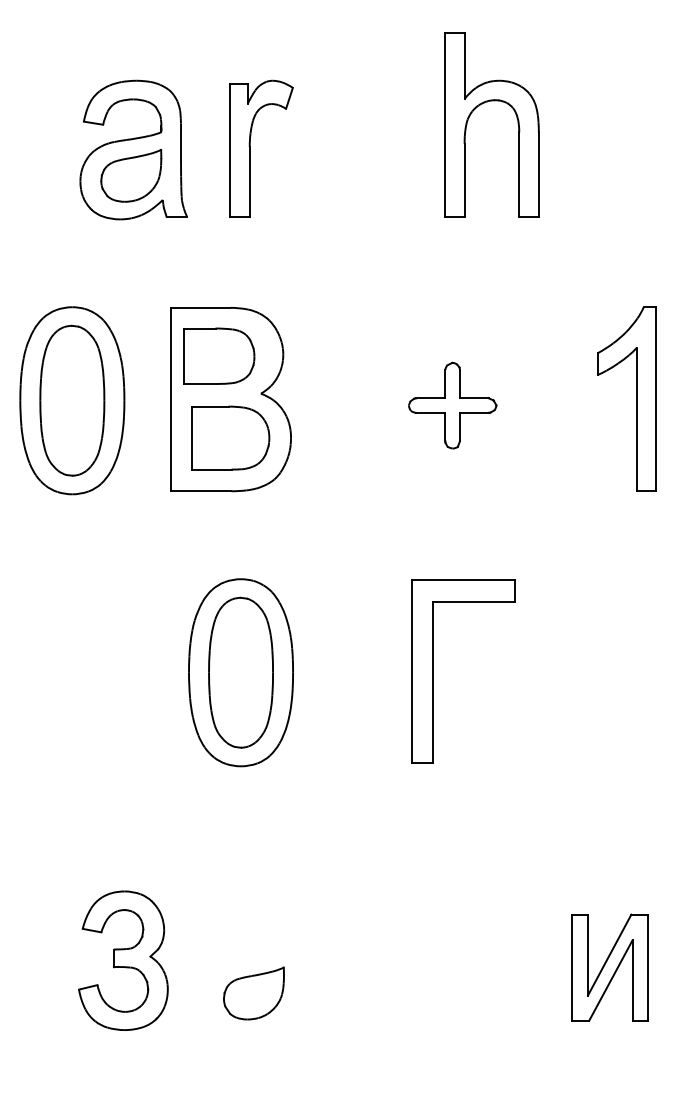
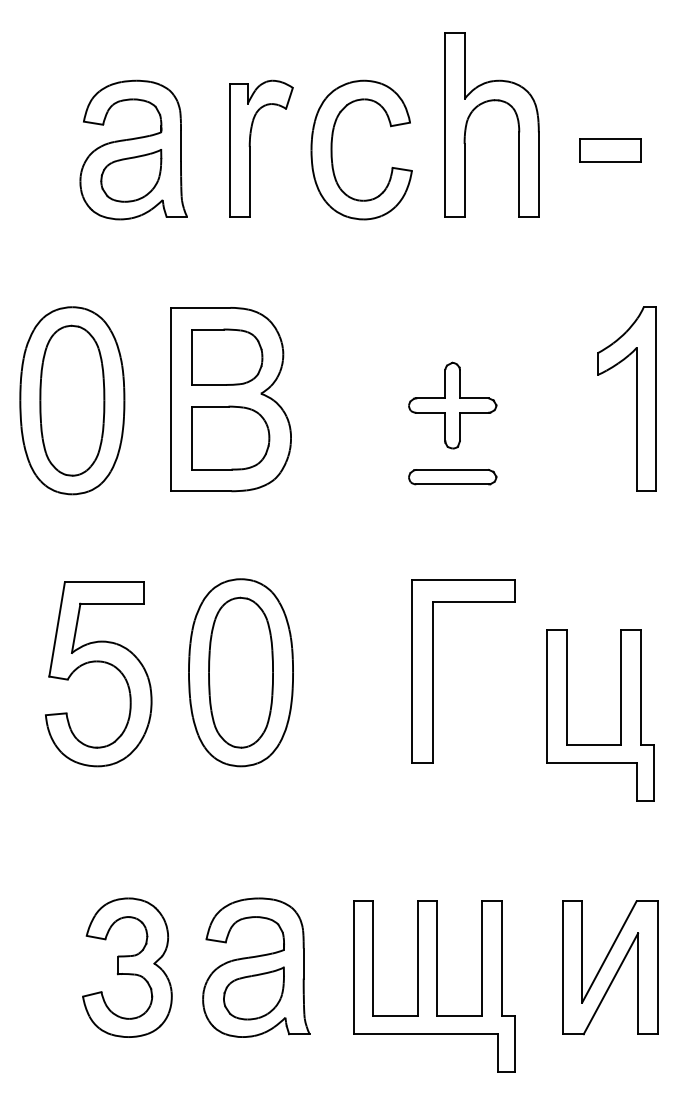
part at (332, 149): none -> present
part at (610, 150): none -> present
part at (219, 355) position: (219, 355) -> (227, 356)
part at (452, 477): none -> present
part at (98, 662): none -> present
part at (620, 715): none -> present
part at (123, 960) position: (123, 960) -> (127, 967)
part at (256, 967): none -> present
part at (609, 967) size: 78x109 px -> 97x136 px
part at (434, 986): none -> present
